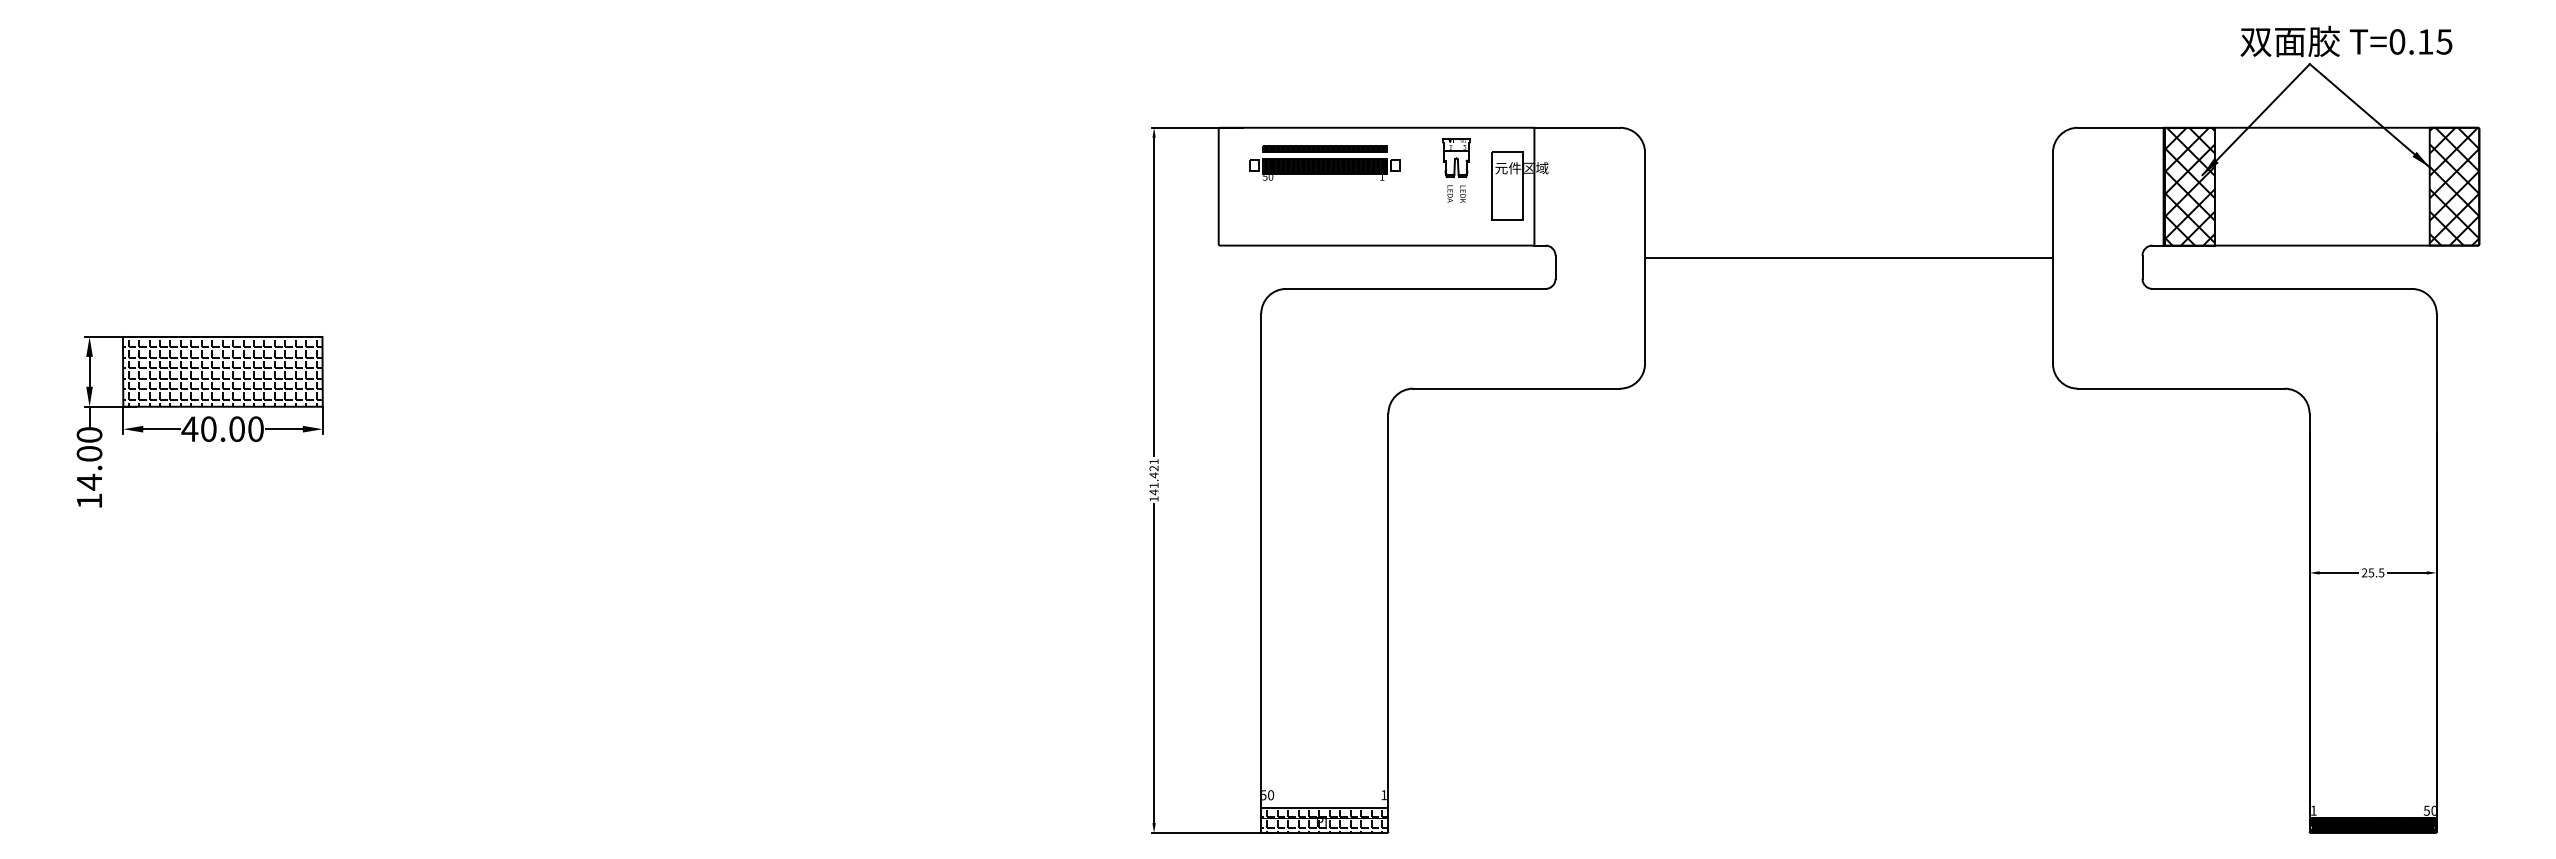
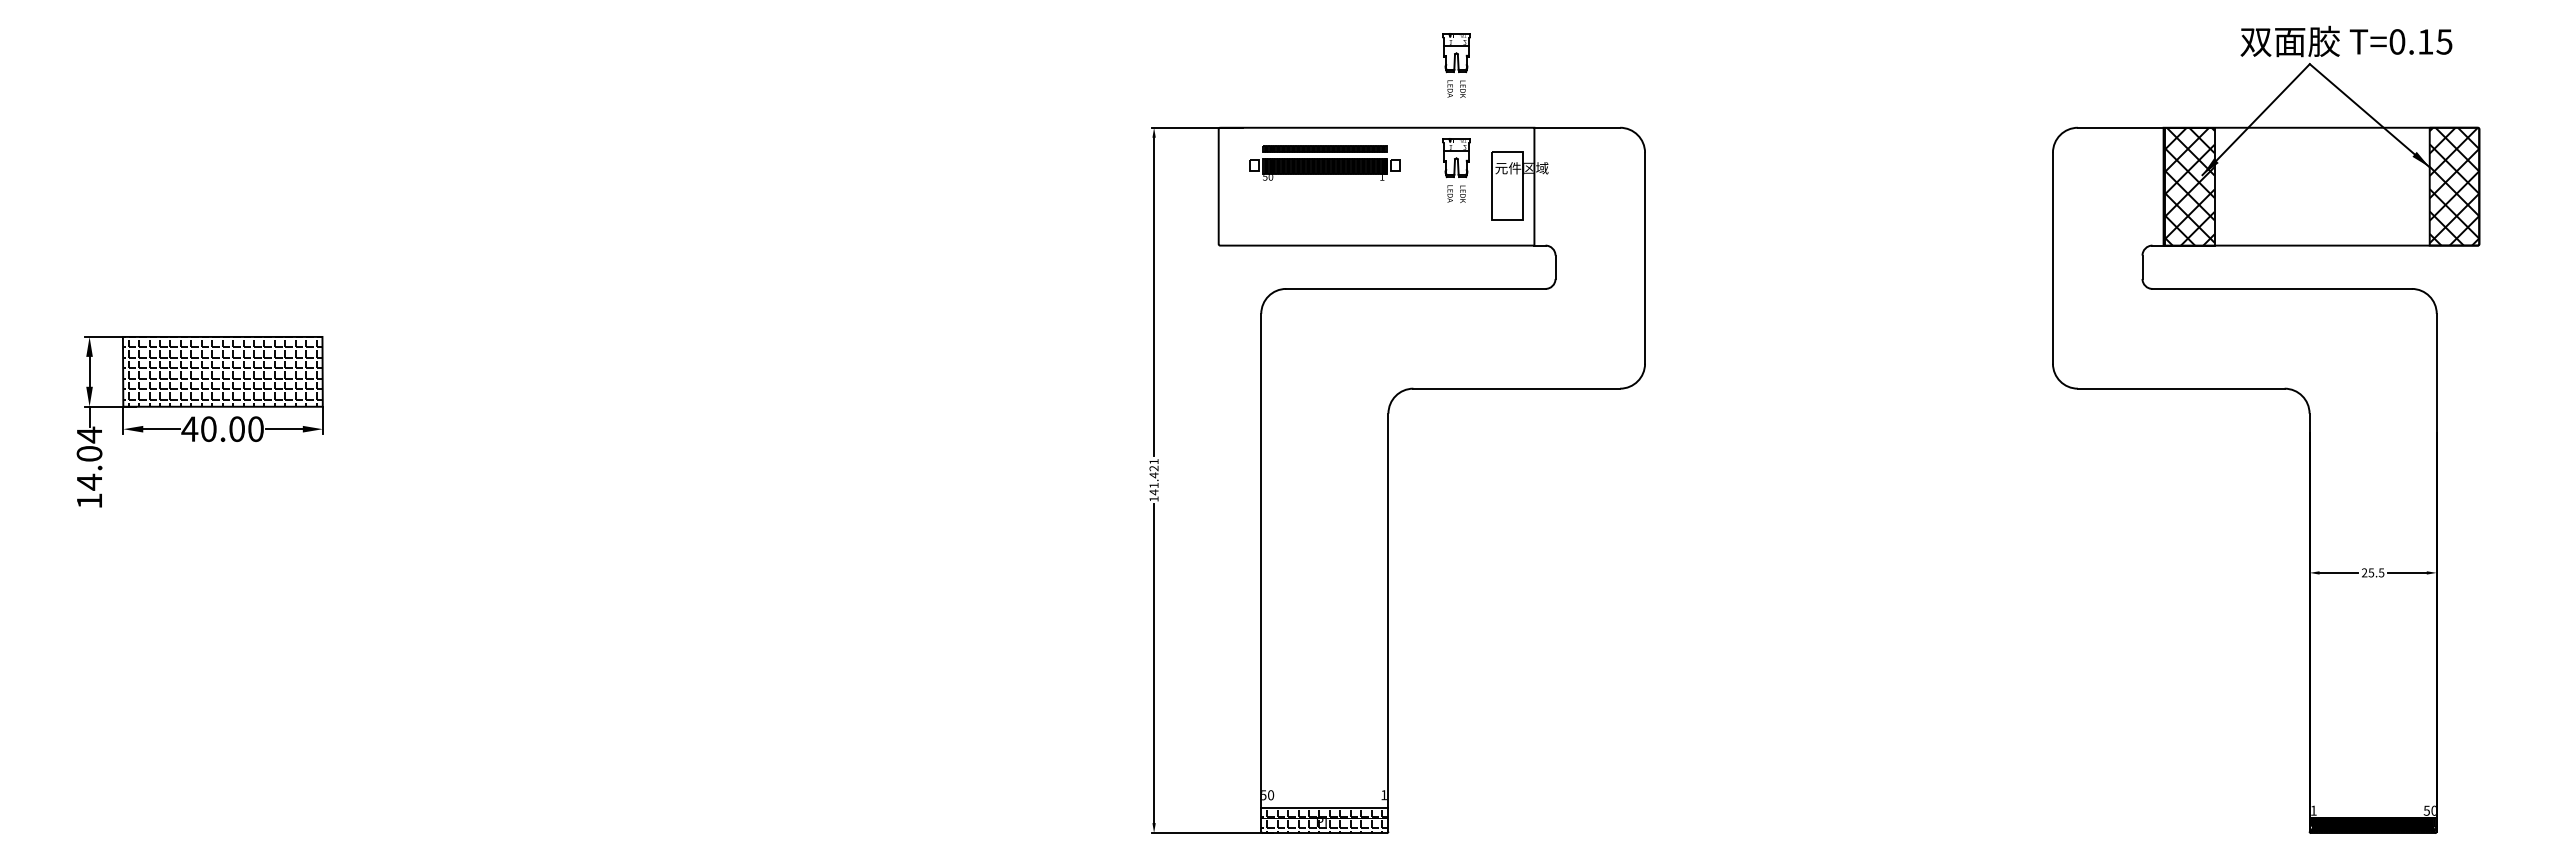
part at (1456, 65): none -> present
line at (1848, 258): present -> none
text at (89, 434): 14.00 -> 14.04
